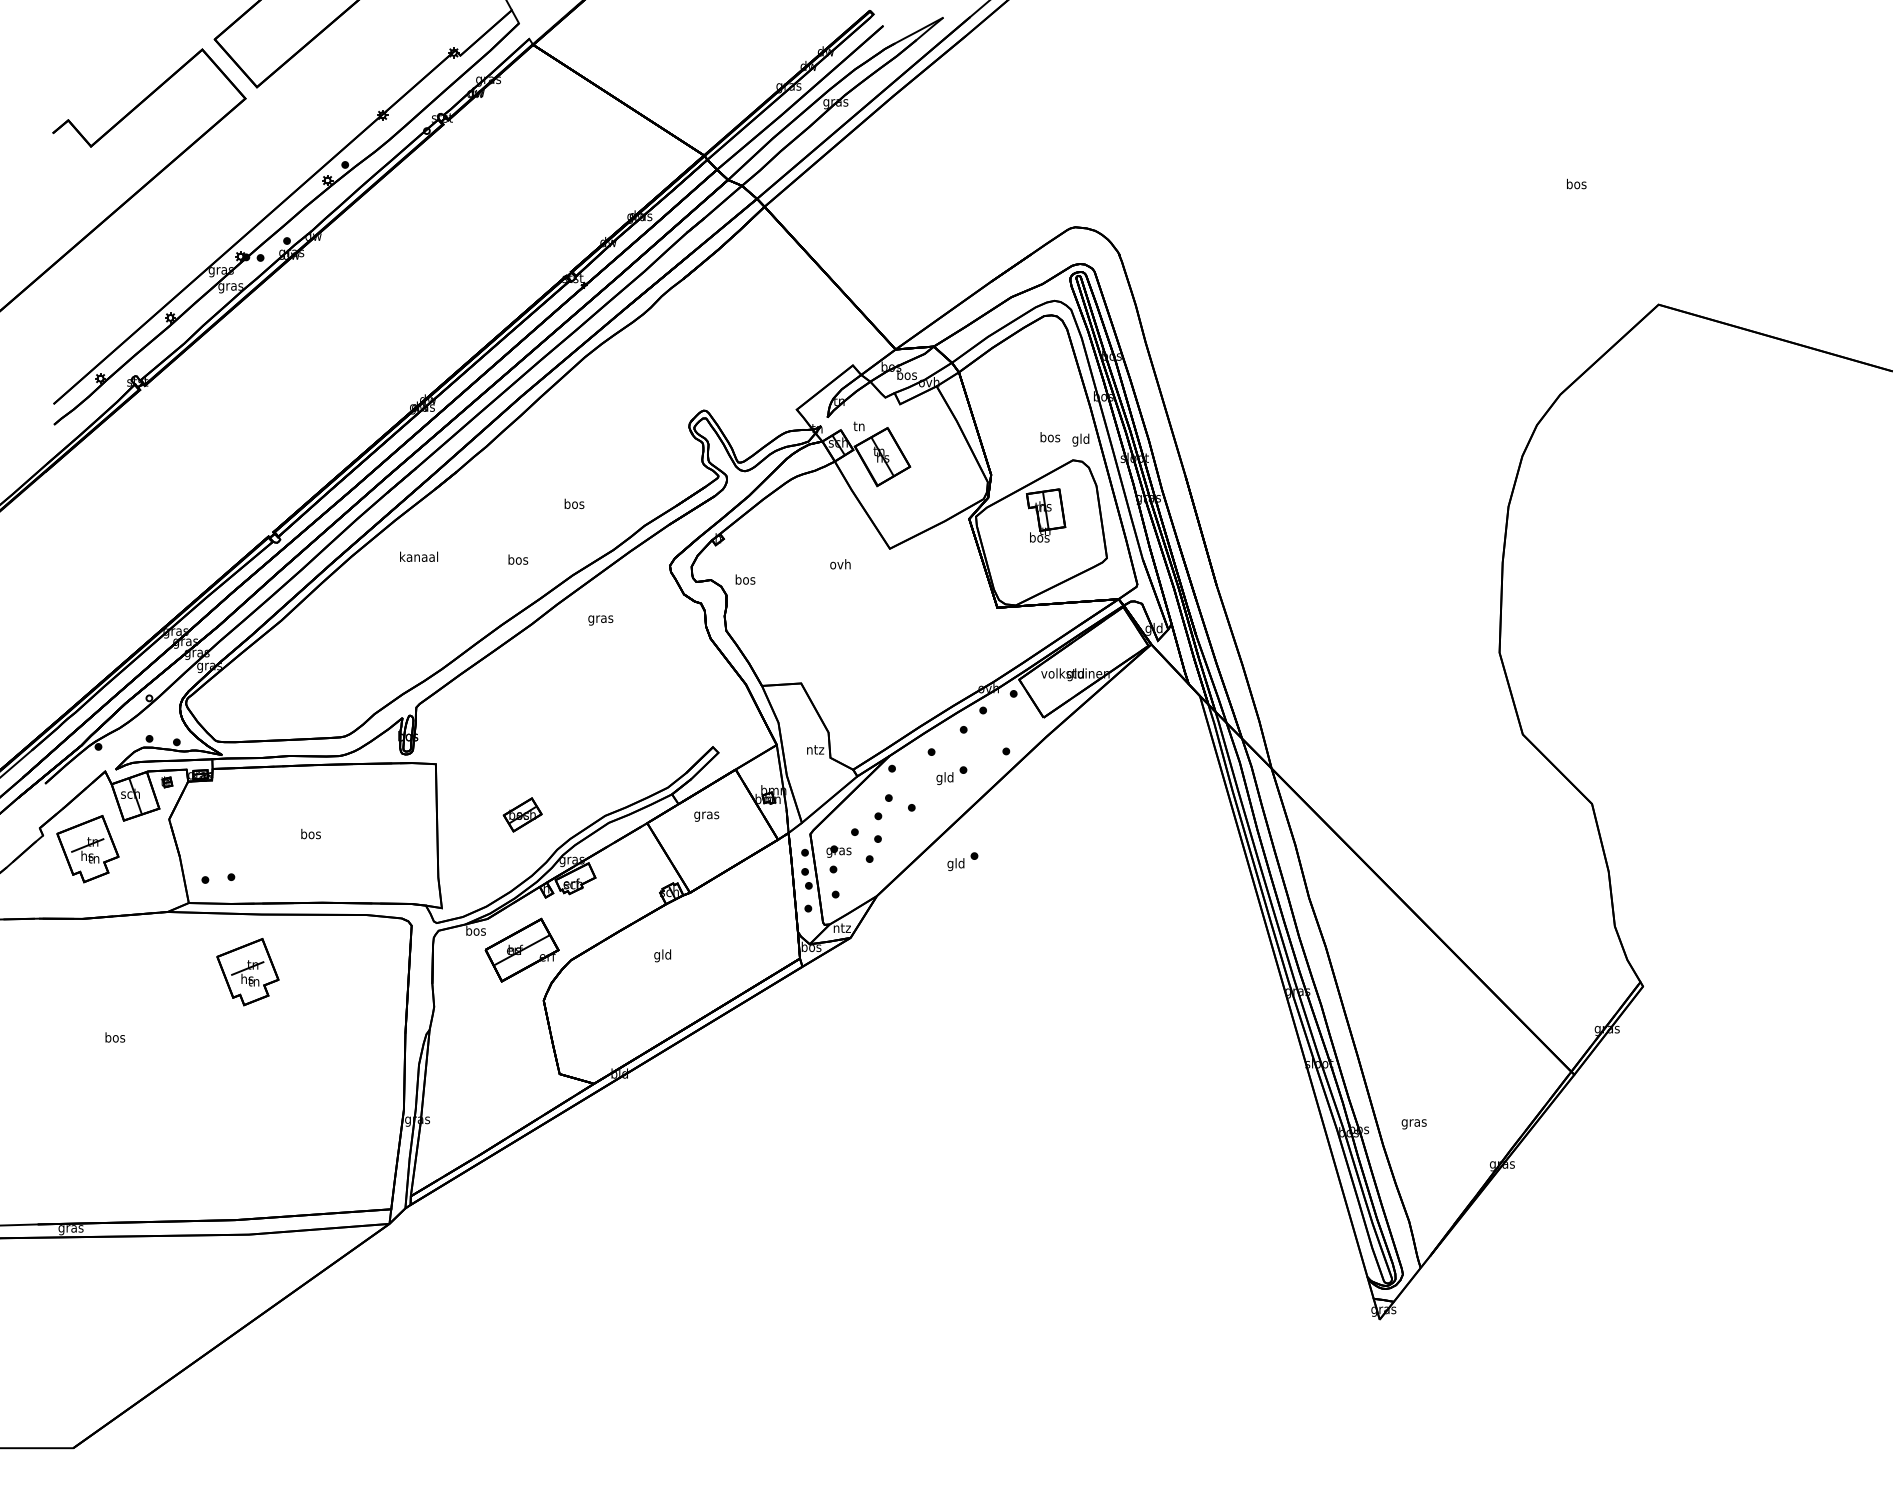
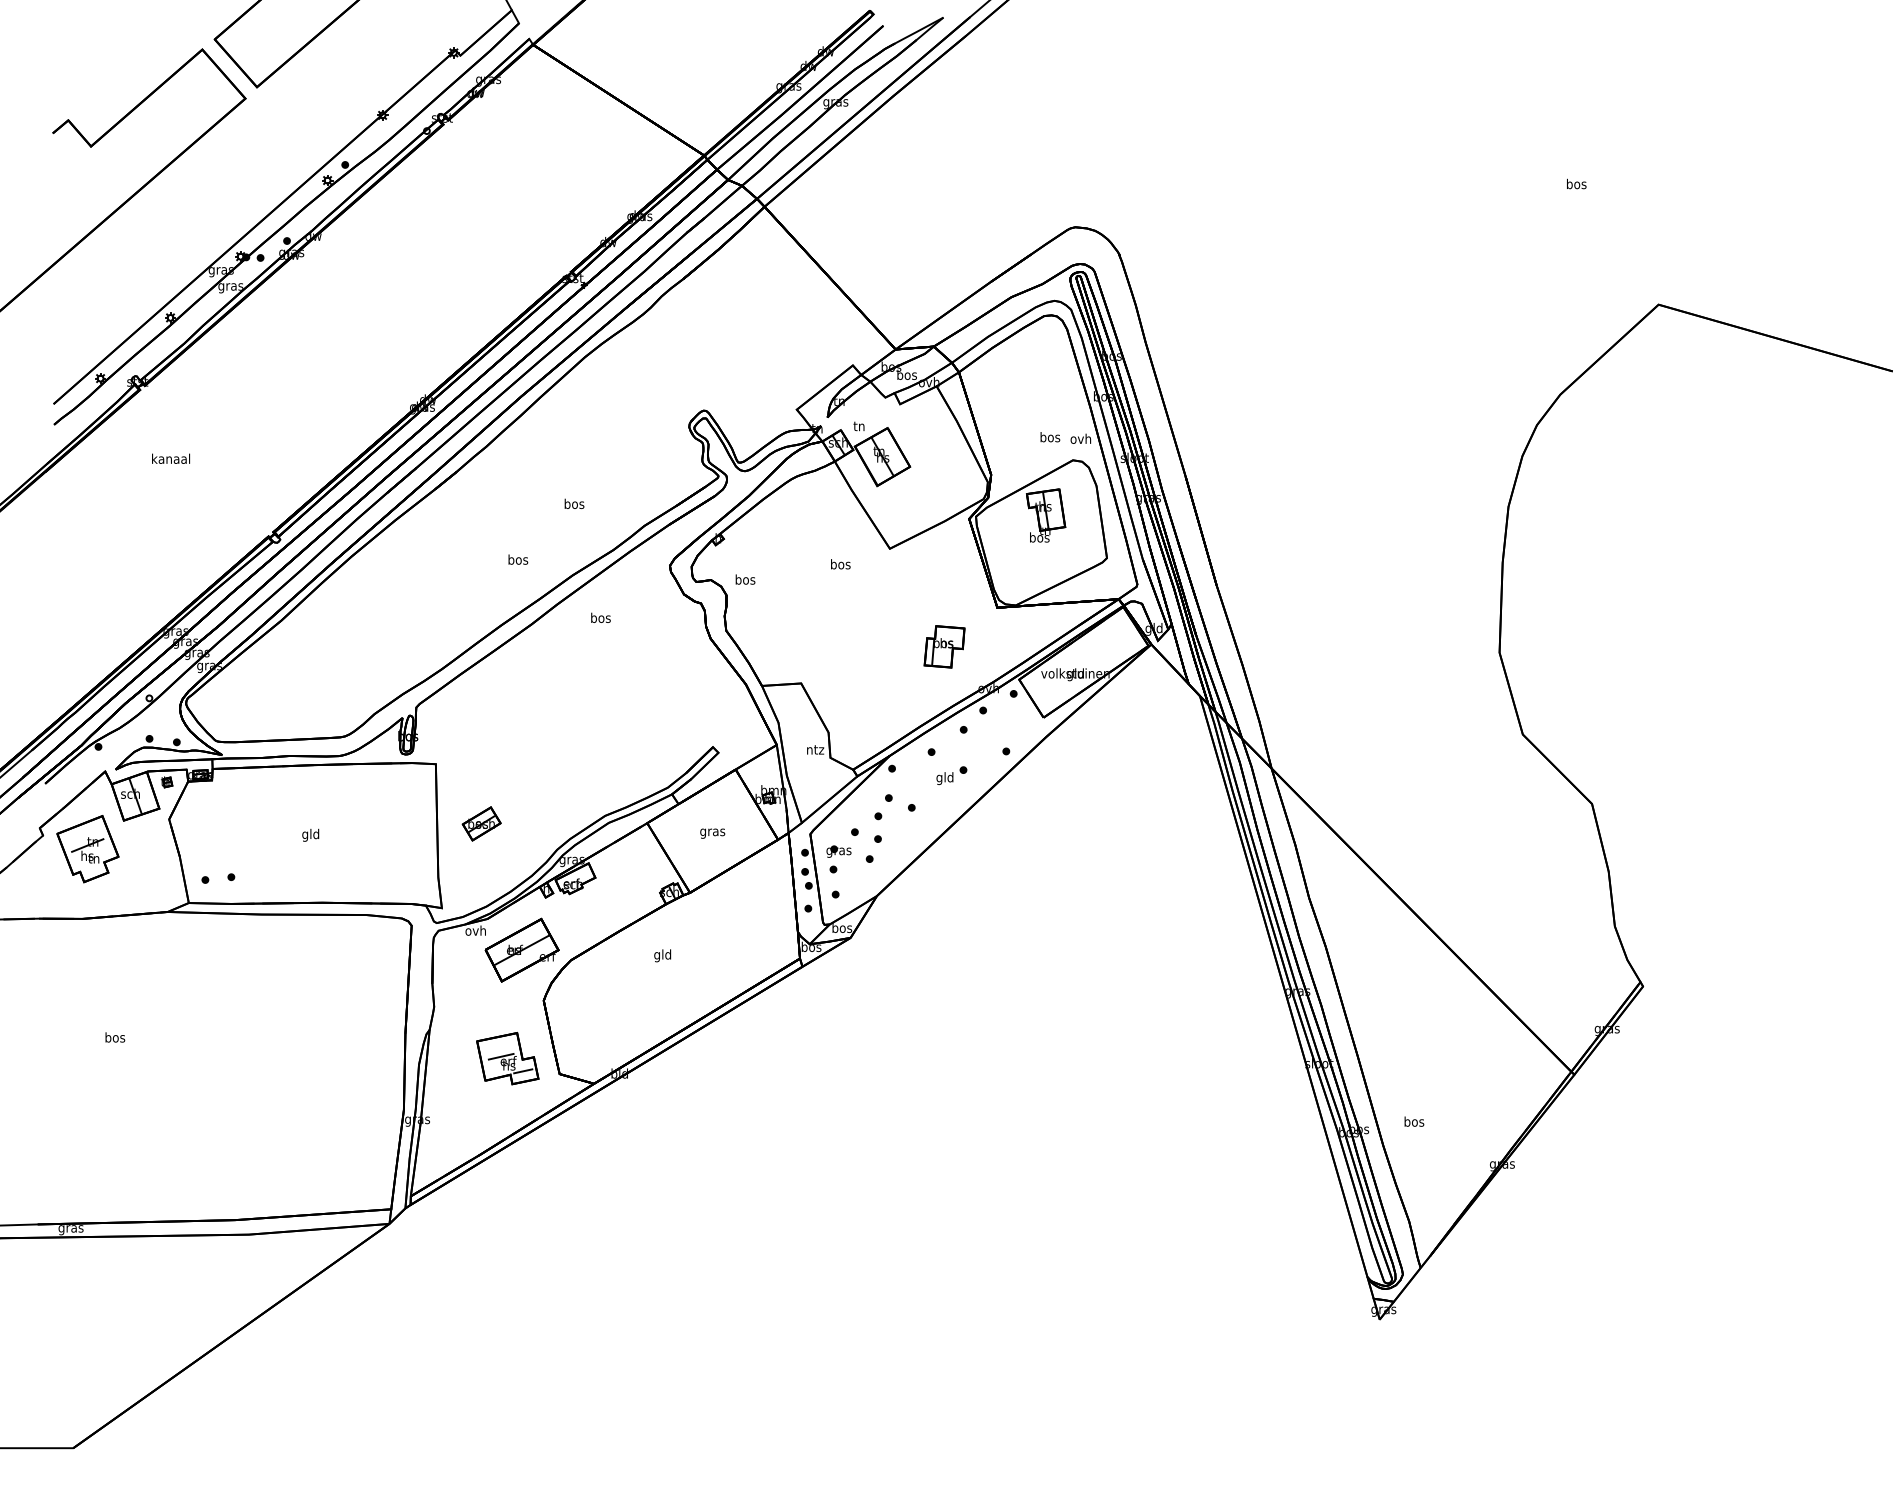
text at (1080, 439): gld -> ovh
text at (418, 556) position: (418, 556) -> (170, 458)
text at (840, 564): ovh -> bos
text at (600, 618): gras -> bos
part at (944, 646): none -> present
part at (522, 814) position: (522, 814) -> (481, 823)
text at (706, 816) position: (706, 816) -> (712, 833)
text at (310, 834): bos -> gld
part at (962, 861): present -> none
text at (842, 928): ntz -> bos
text at (475, 930): bos -> ovh
part at (247, 972): present -> none
part at (507, 1058): none -> present
text at (1413, 1122): gras -> bos
